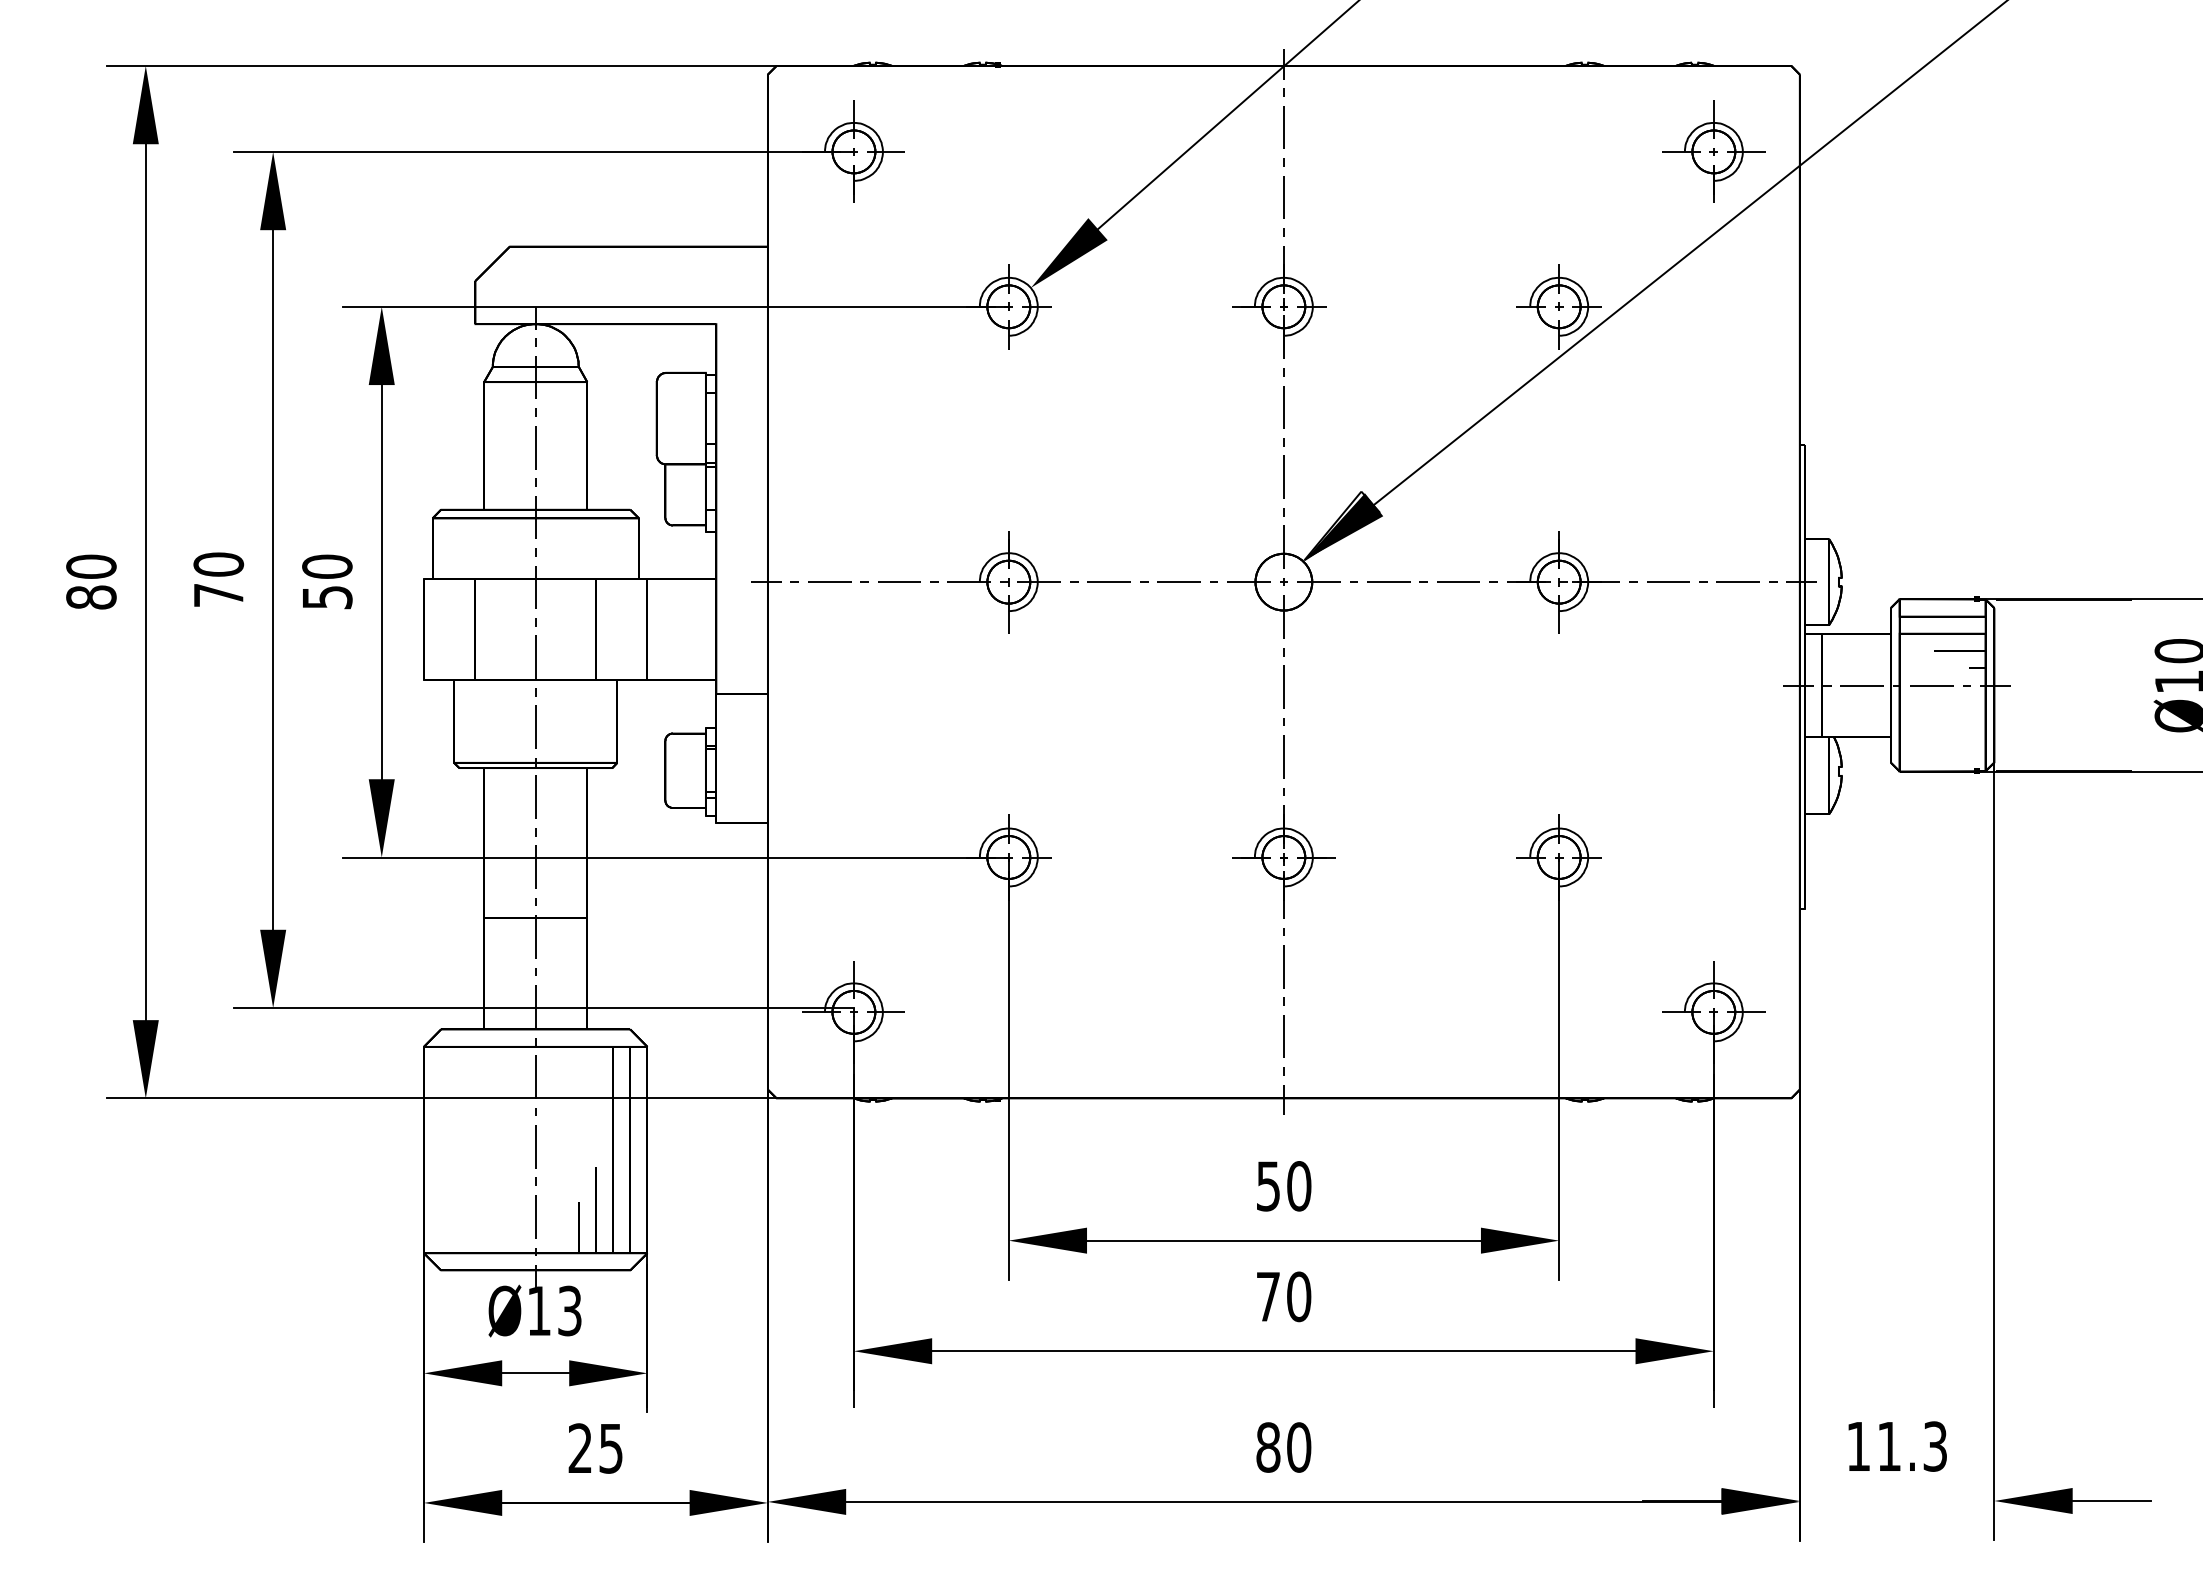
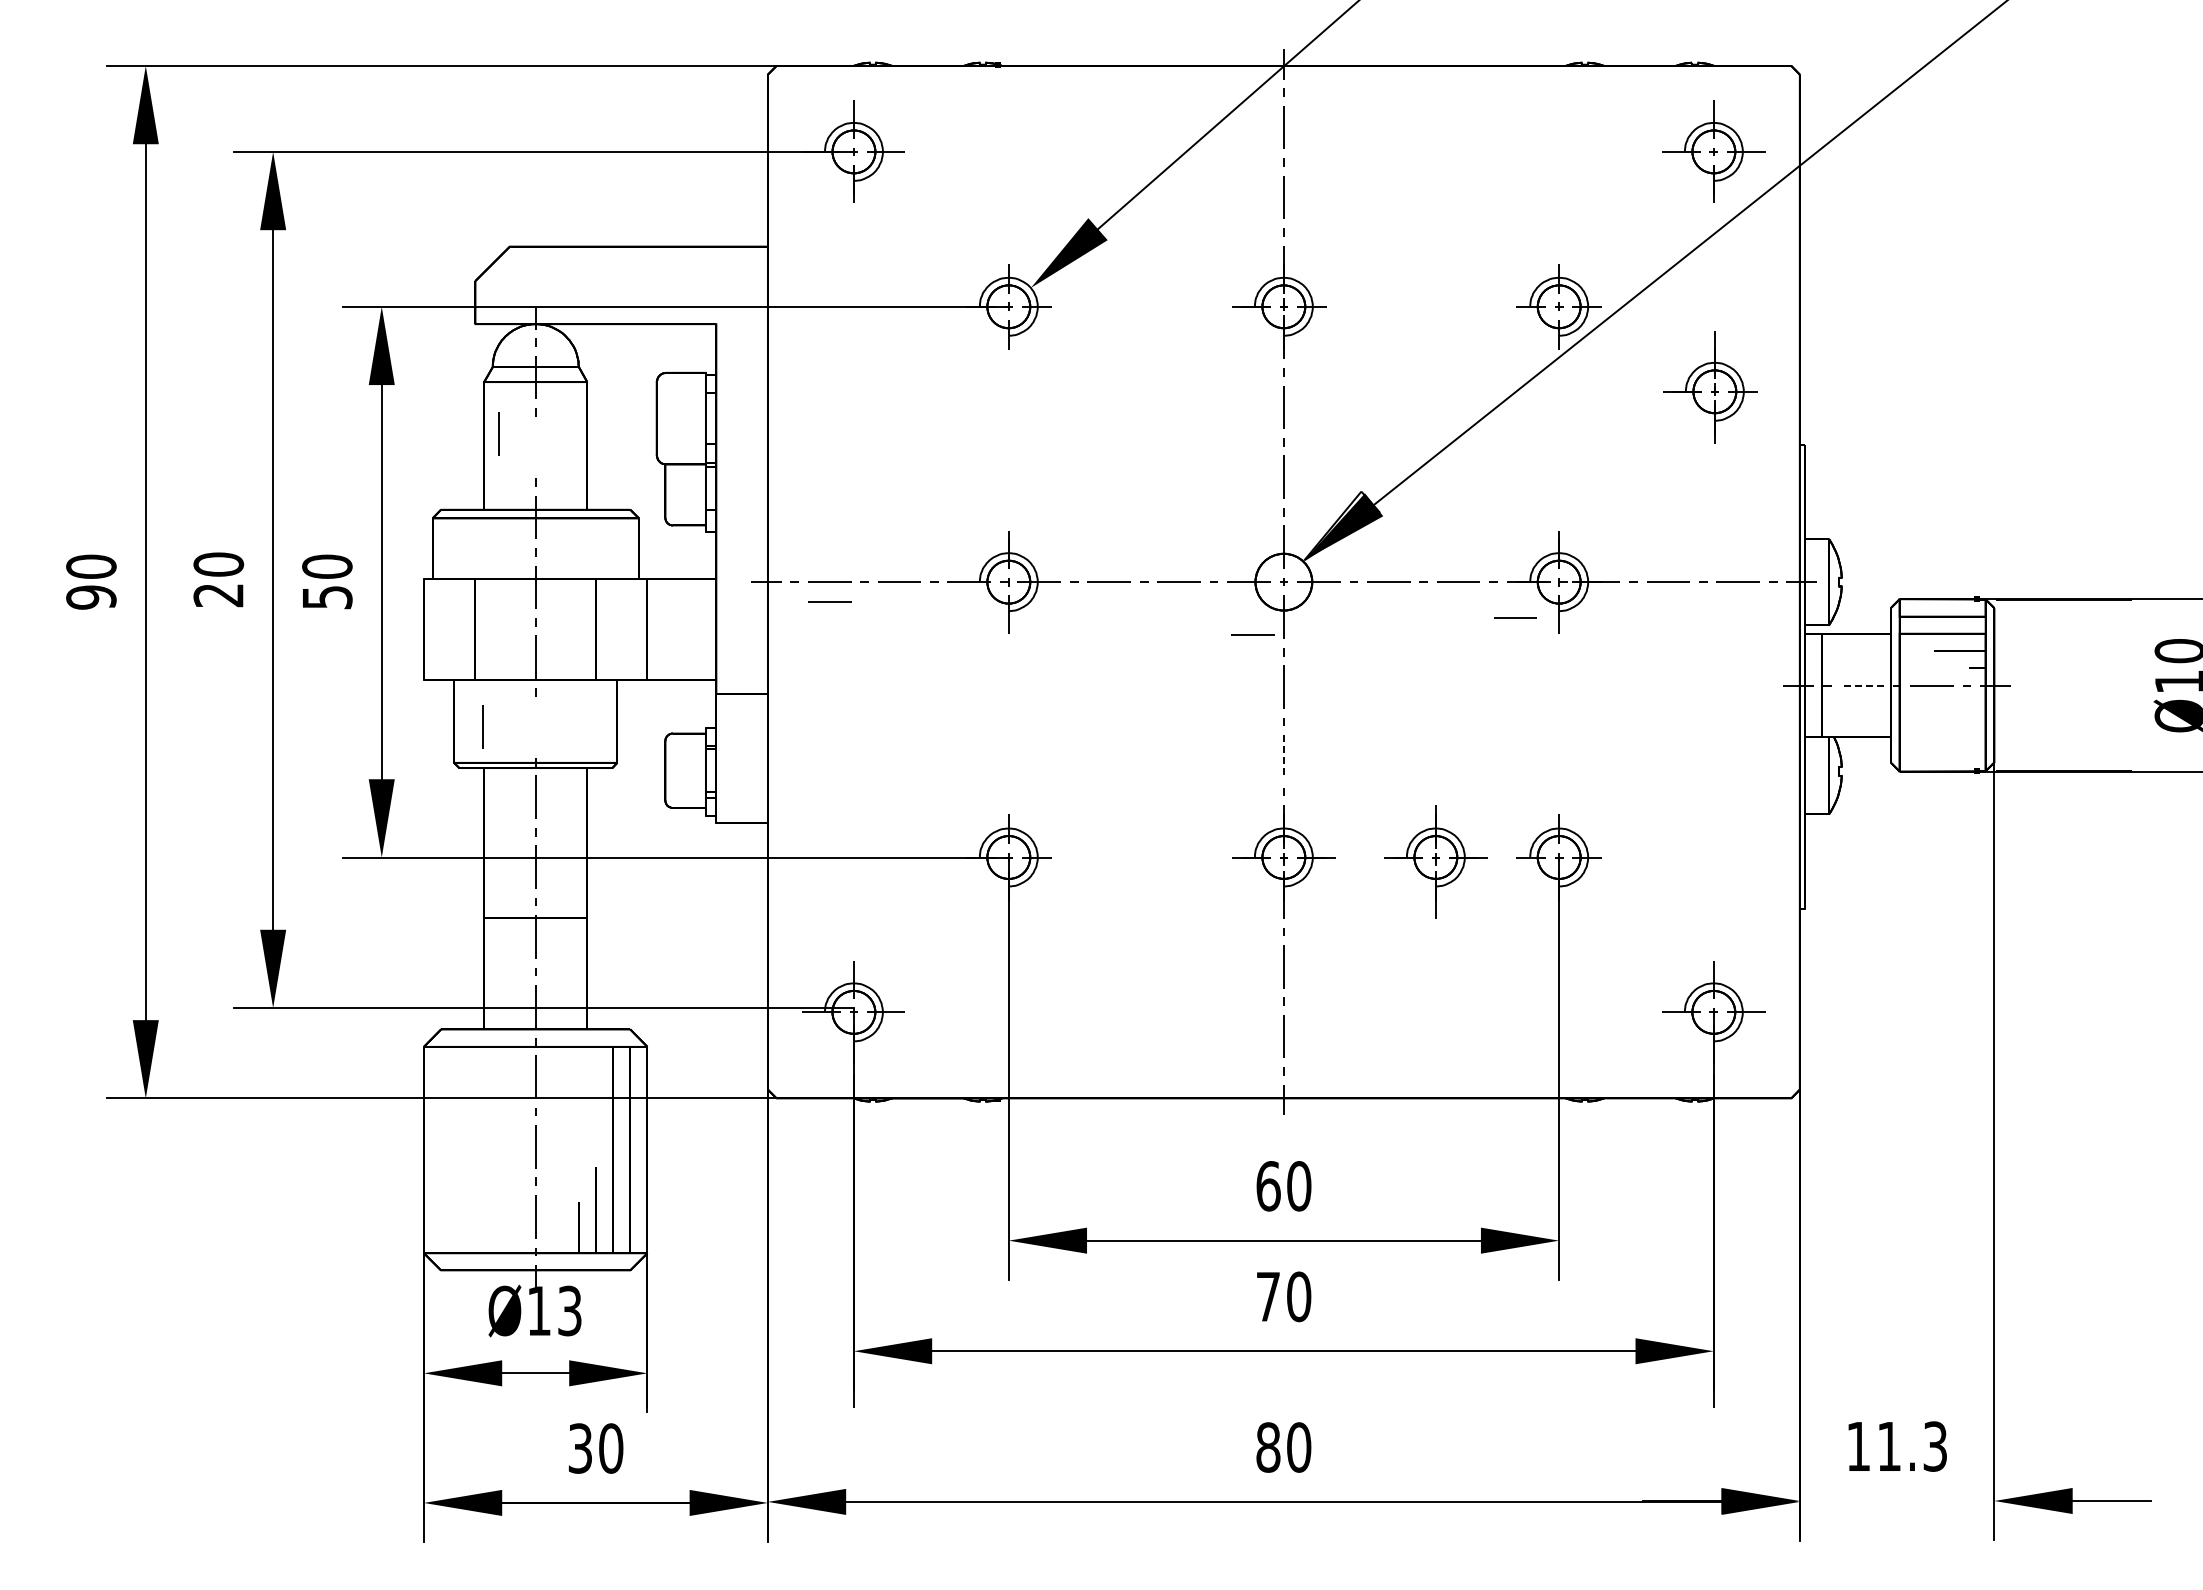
part at (1710, 387): none -> present
line at (535, 447) position: (535, 447) -> (498, 433)
text at (218, 595): 70 -> 20
text at (91, 597): 80 -> 90
line at (829, 601): none -> present
line at (1515, 617): none -> present
line at (1252, 634): none -> present
line at (1862, 685): solid -> dashed
line at (535, 726) position: (535, 726) -> (482, 726)
line at (1283, 756): solid -> dashed
part at (1435, 861): none -> present
text at (1268, 1186): 50 -> 60
text at (595, 1448): 25 -> 30
